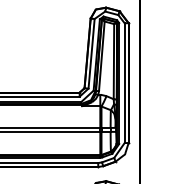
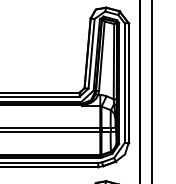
line at (151, 91): none -> present
